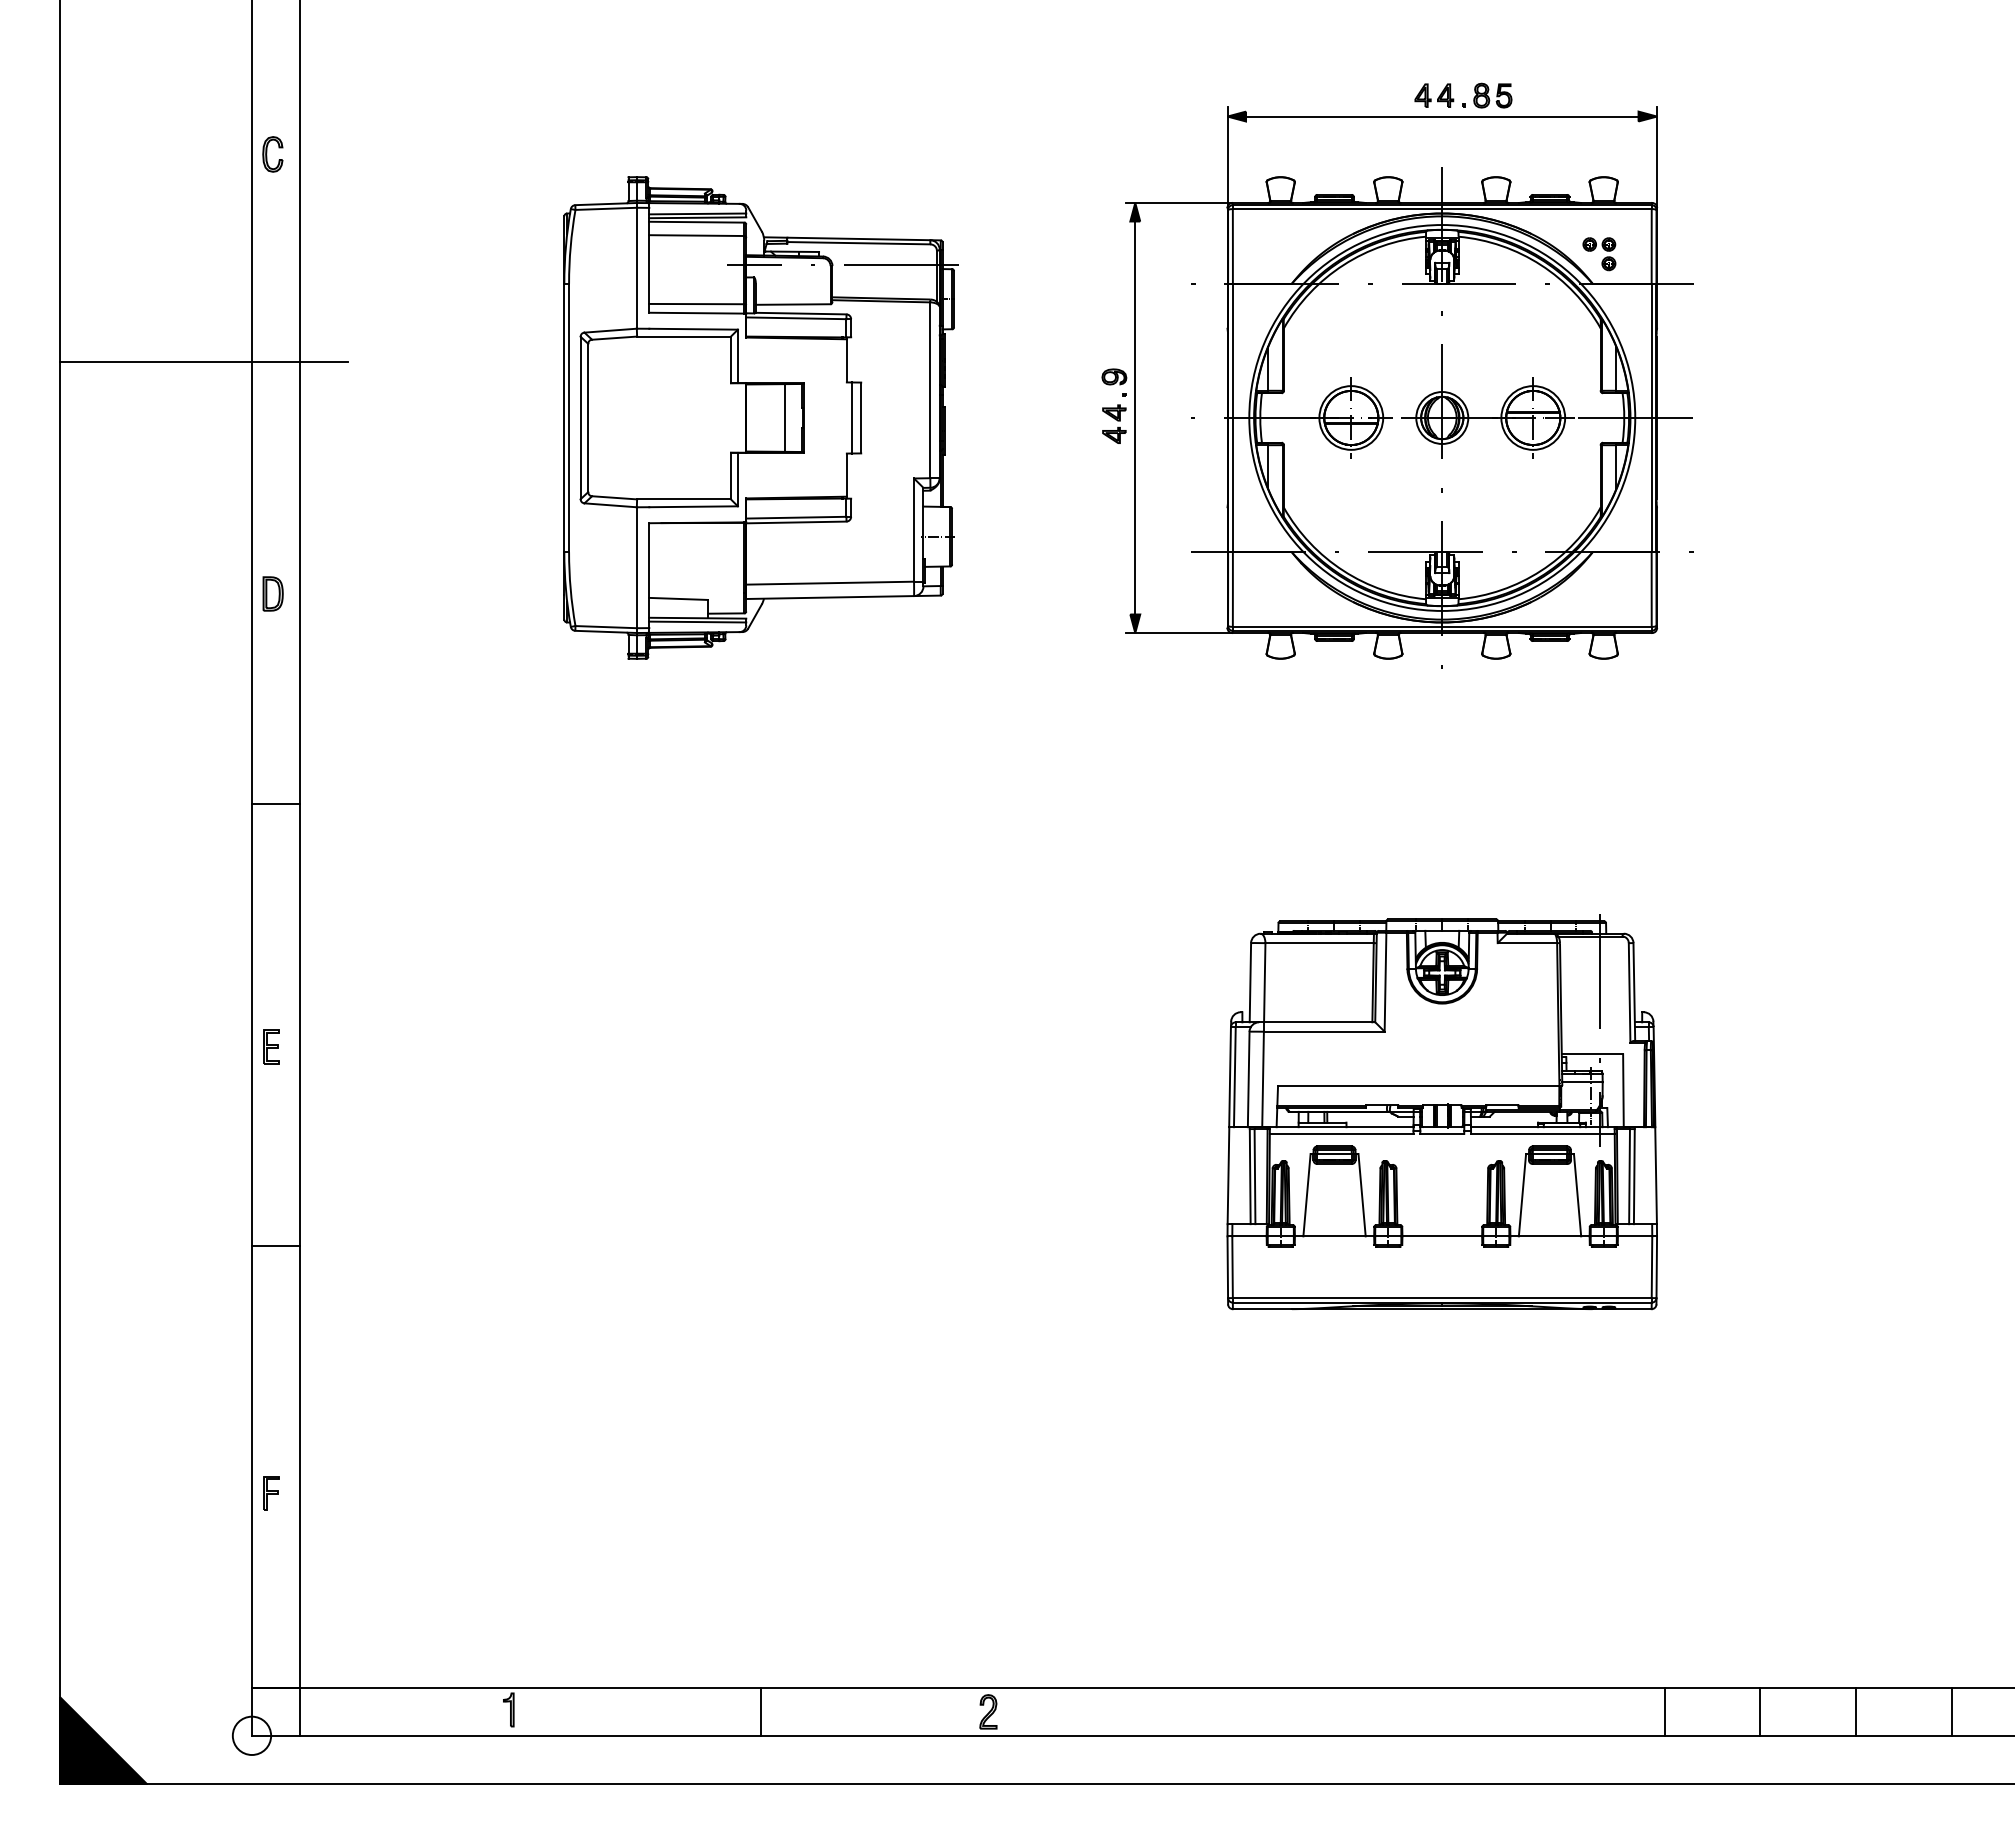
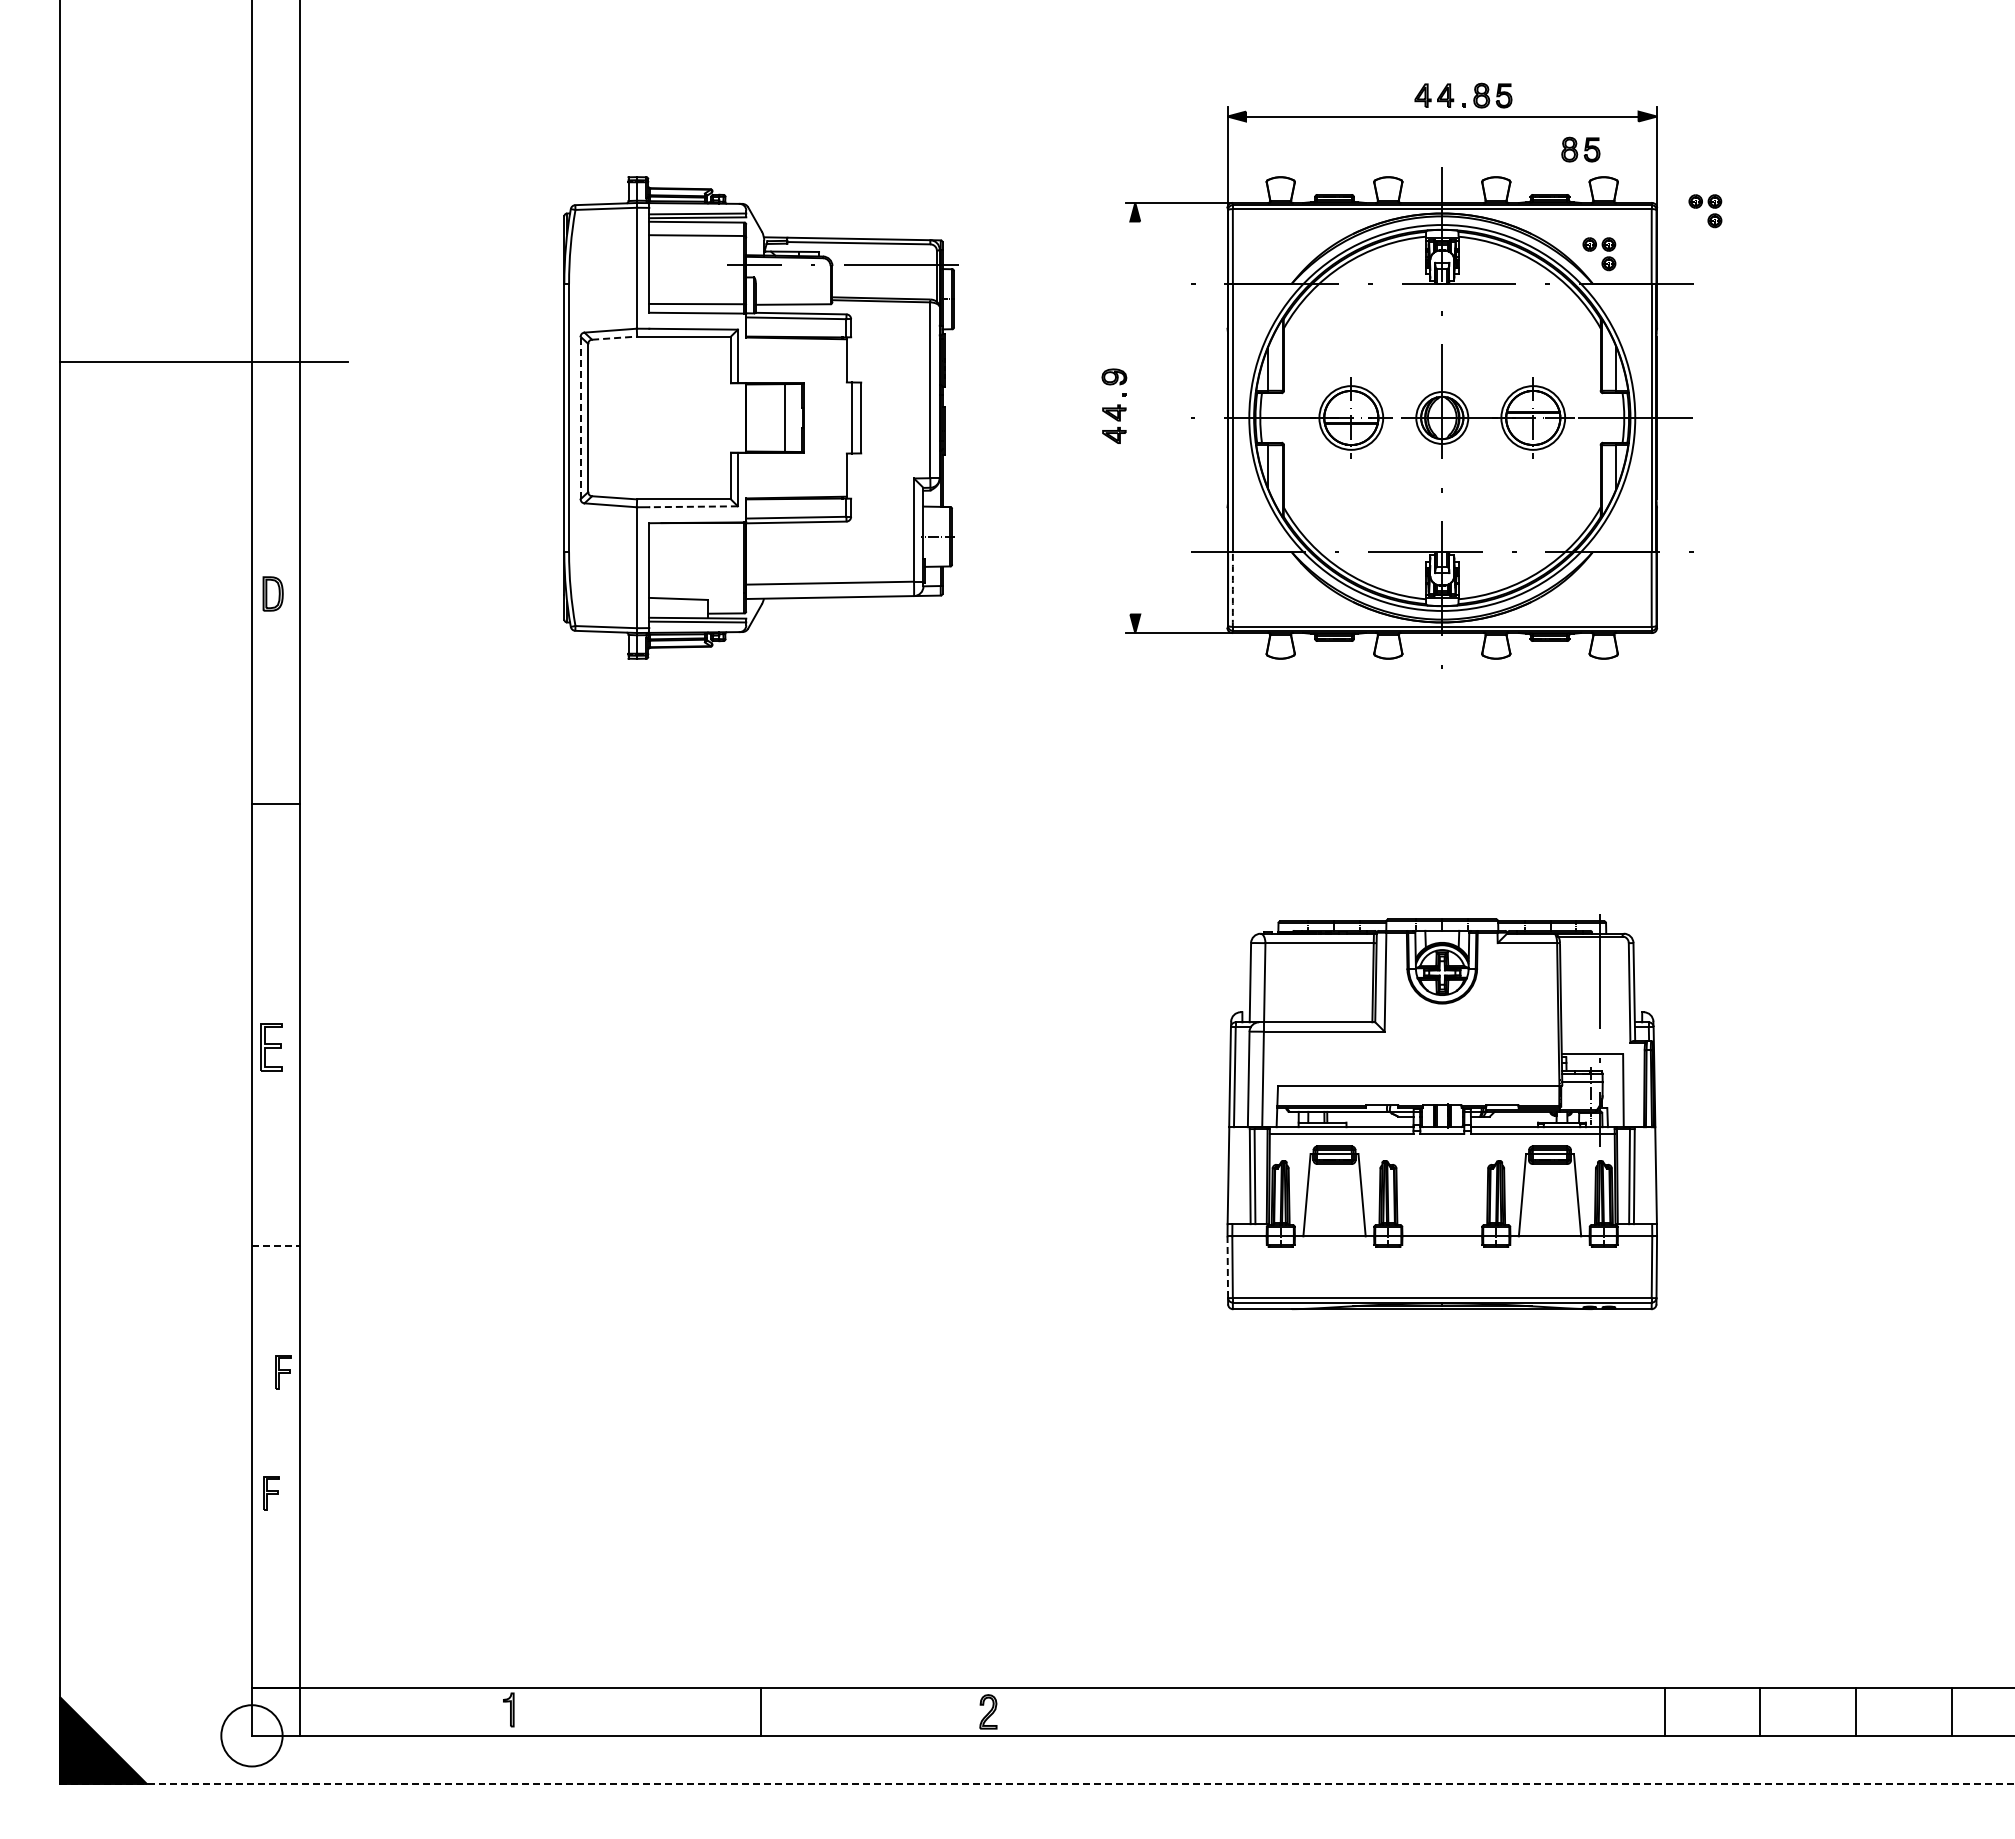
part at (1580, 149): none -> present
part at (272, 154): present -> none
part at (1705, 211): none -> present
line at (614, 338): solid -> dashed
line at (580, 417): solid -> dashed
line at (1135, 417): present -> none
line at (693, 506): solid -> dashed
arc at (1232, 589): solid -> dashed
part at (271, 1046) size: 17x36 px -> 23x49 px
line at (275, 1245): solid -> dashed
line at (1227, 1267): solid -> dashed
part at (283, 1372): none -> present
circle at (251, 1735) diameter: 38 px -> 61 px
line at (1037, 1783): solid -> dashed
